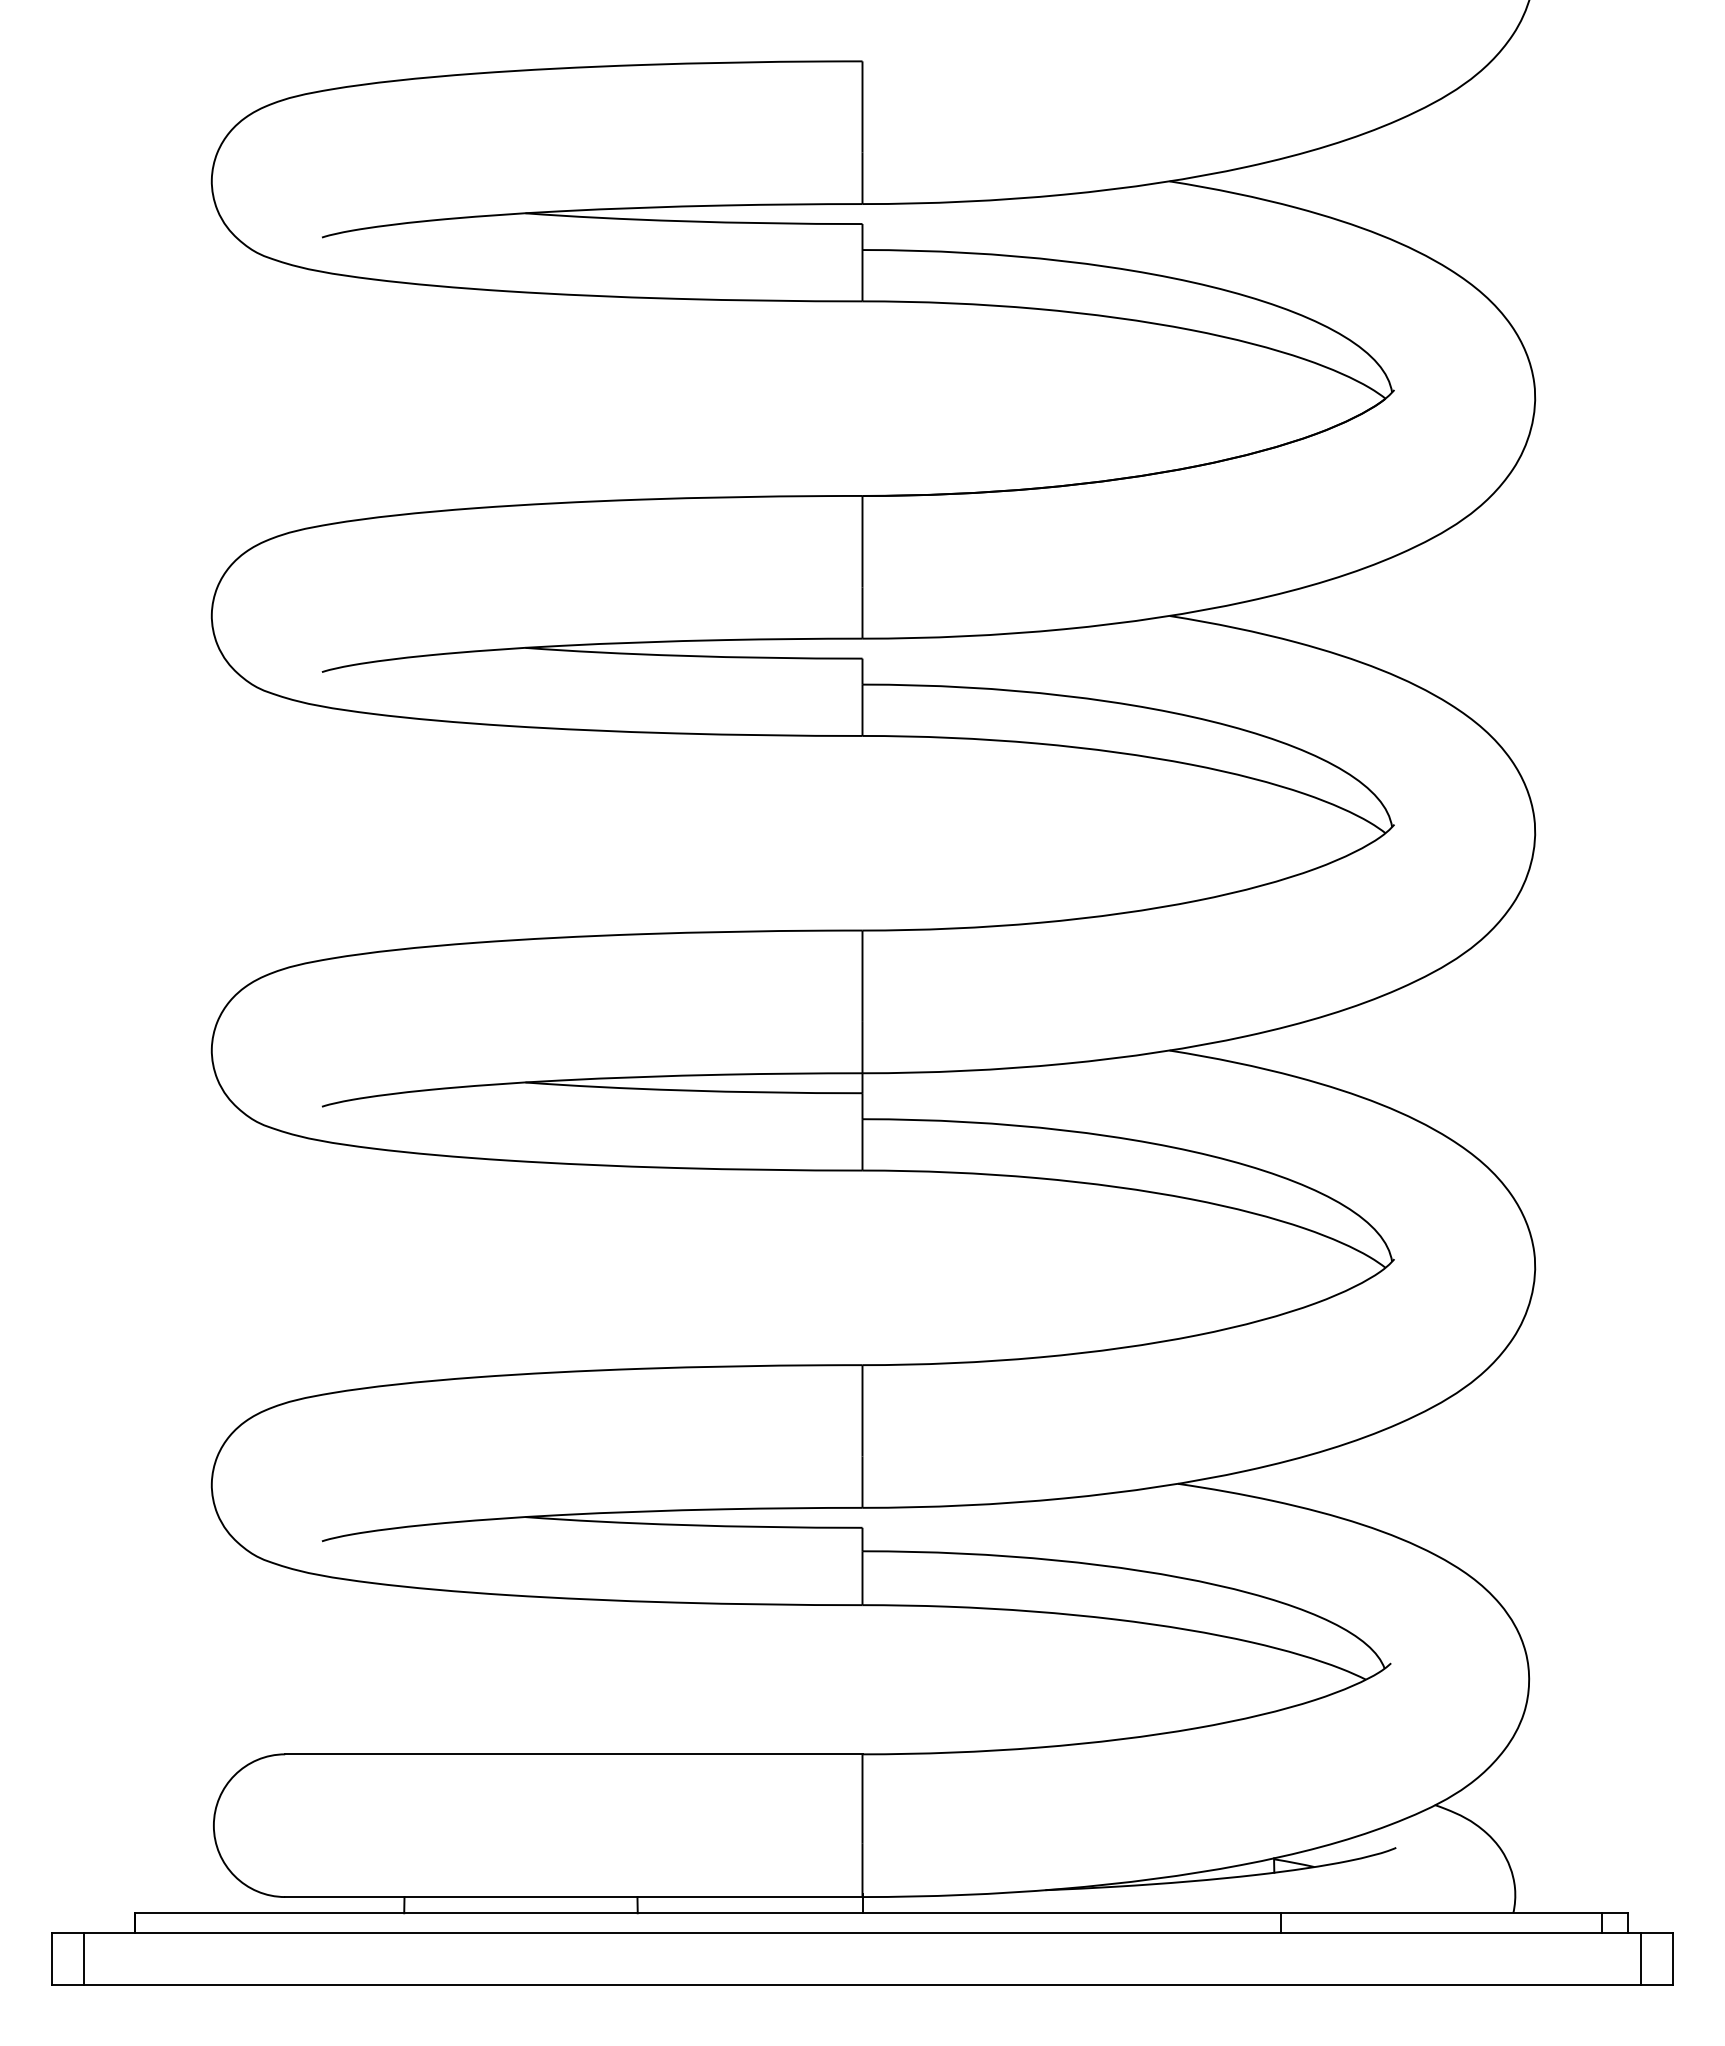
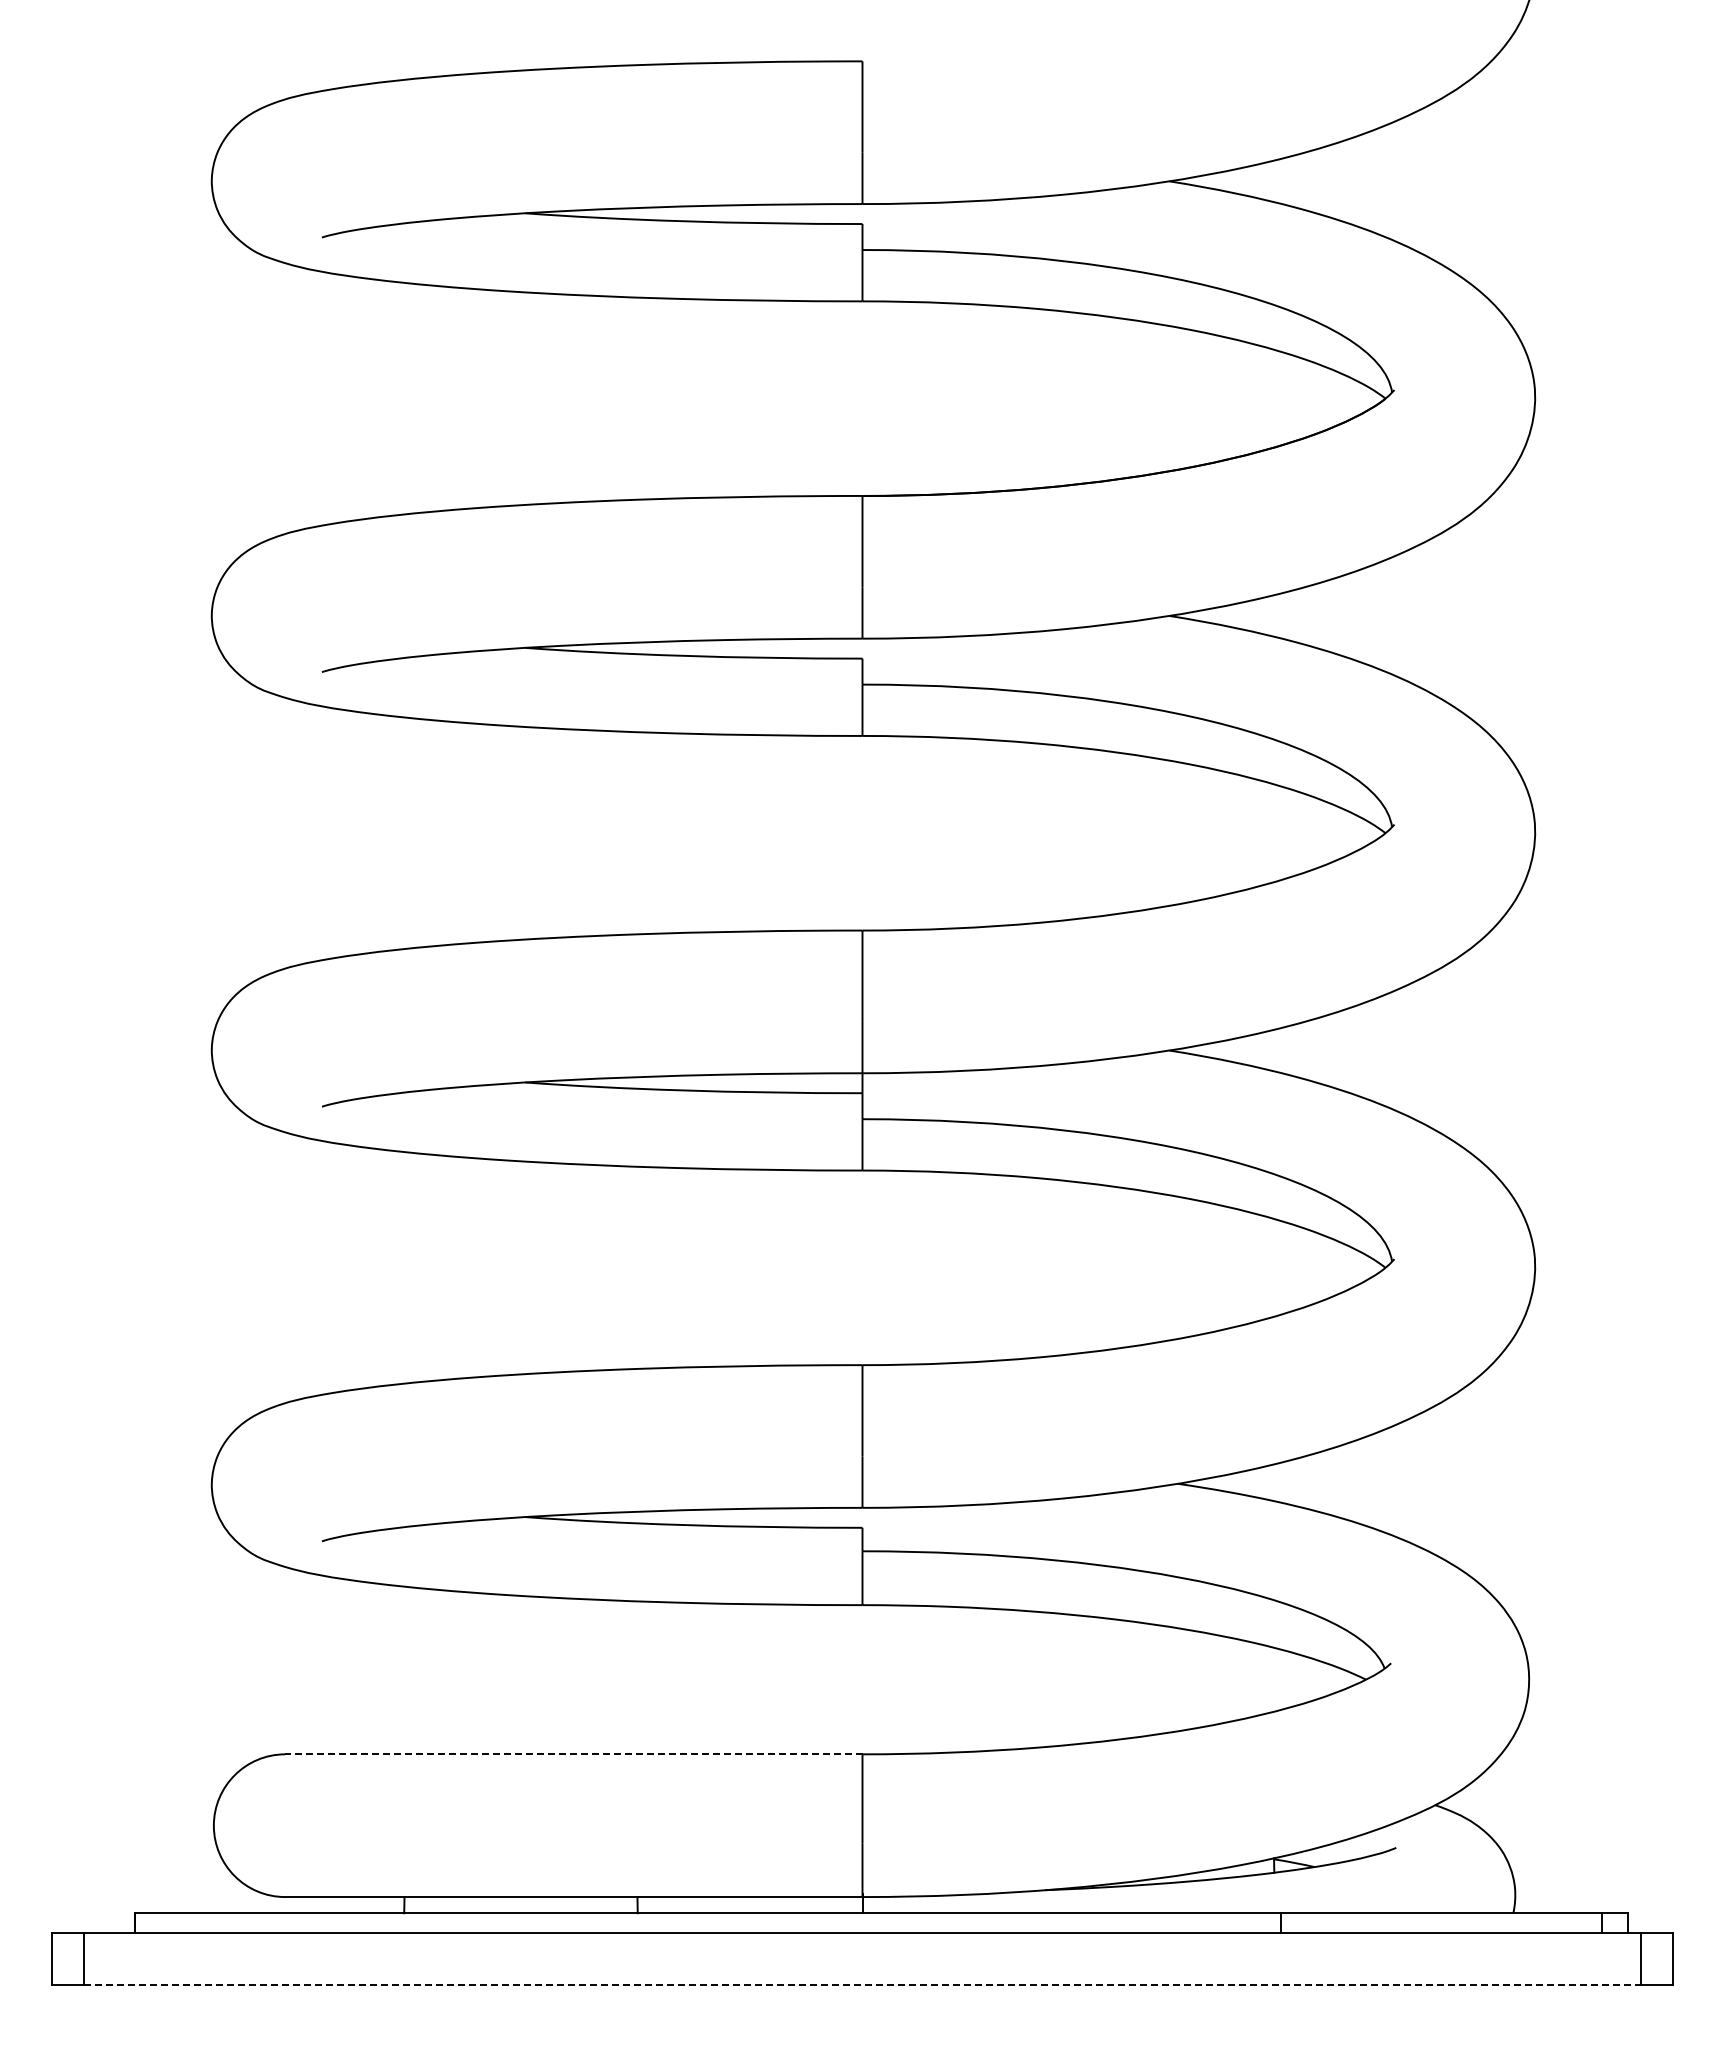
line at (573, 1754): solid -> dashed
line at (862, 1984): solid -> dashed
